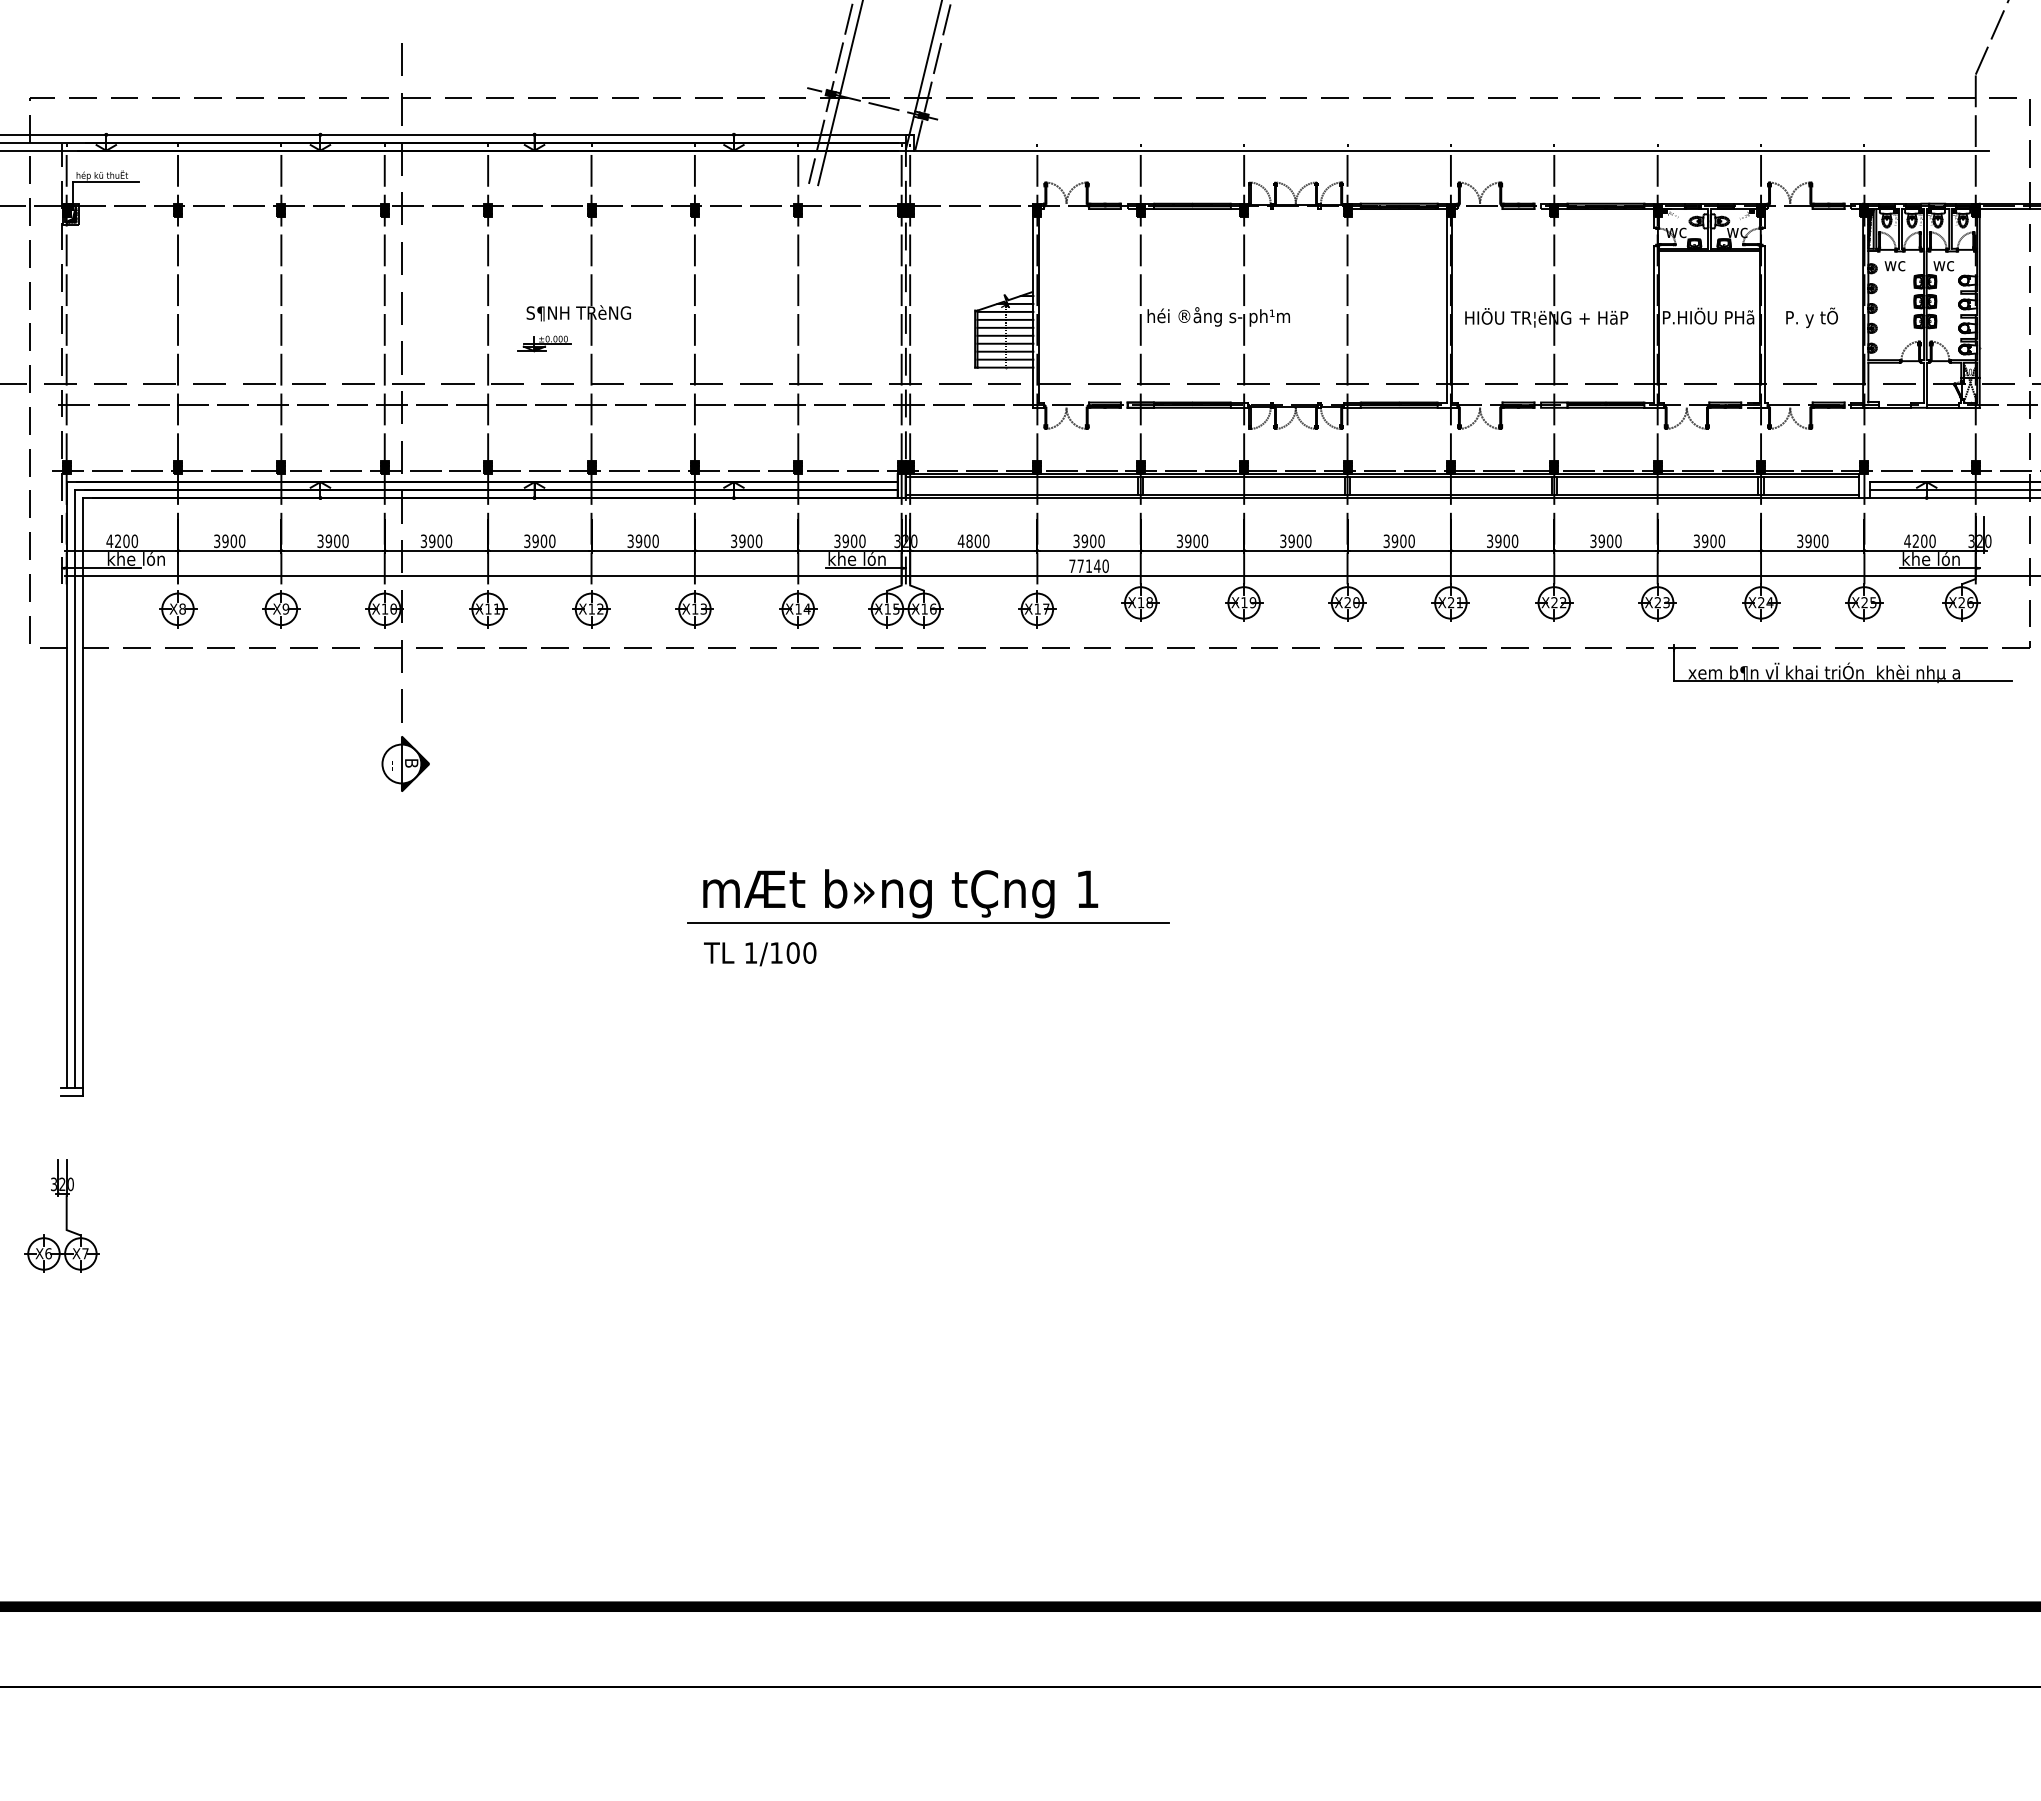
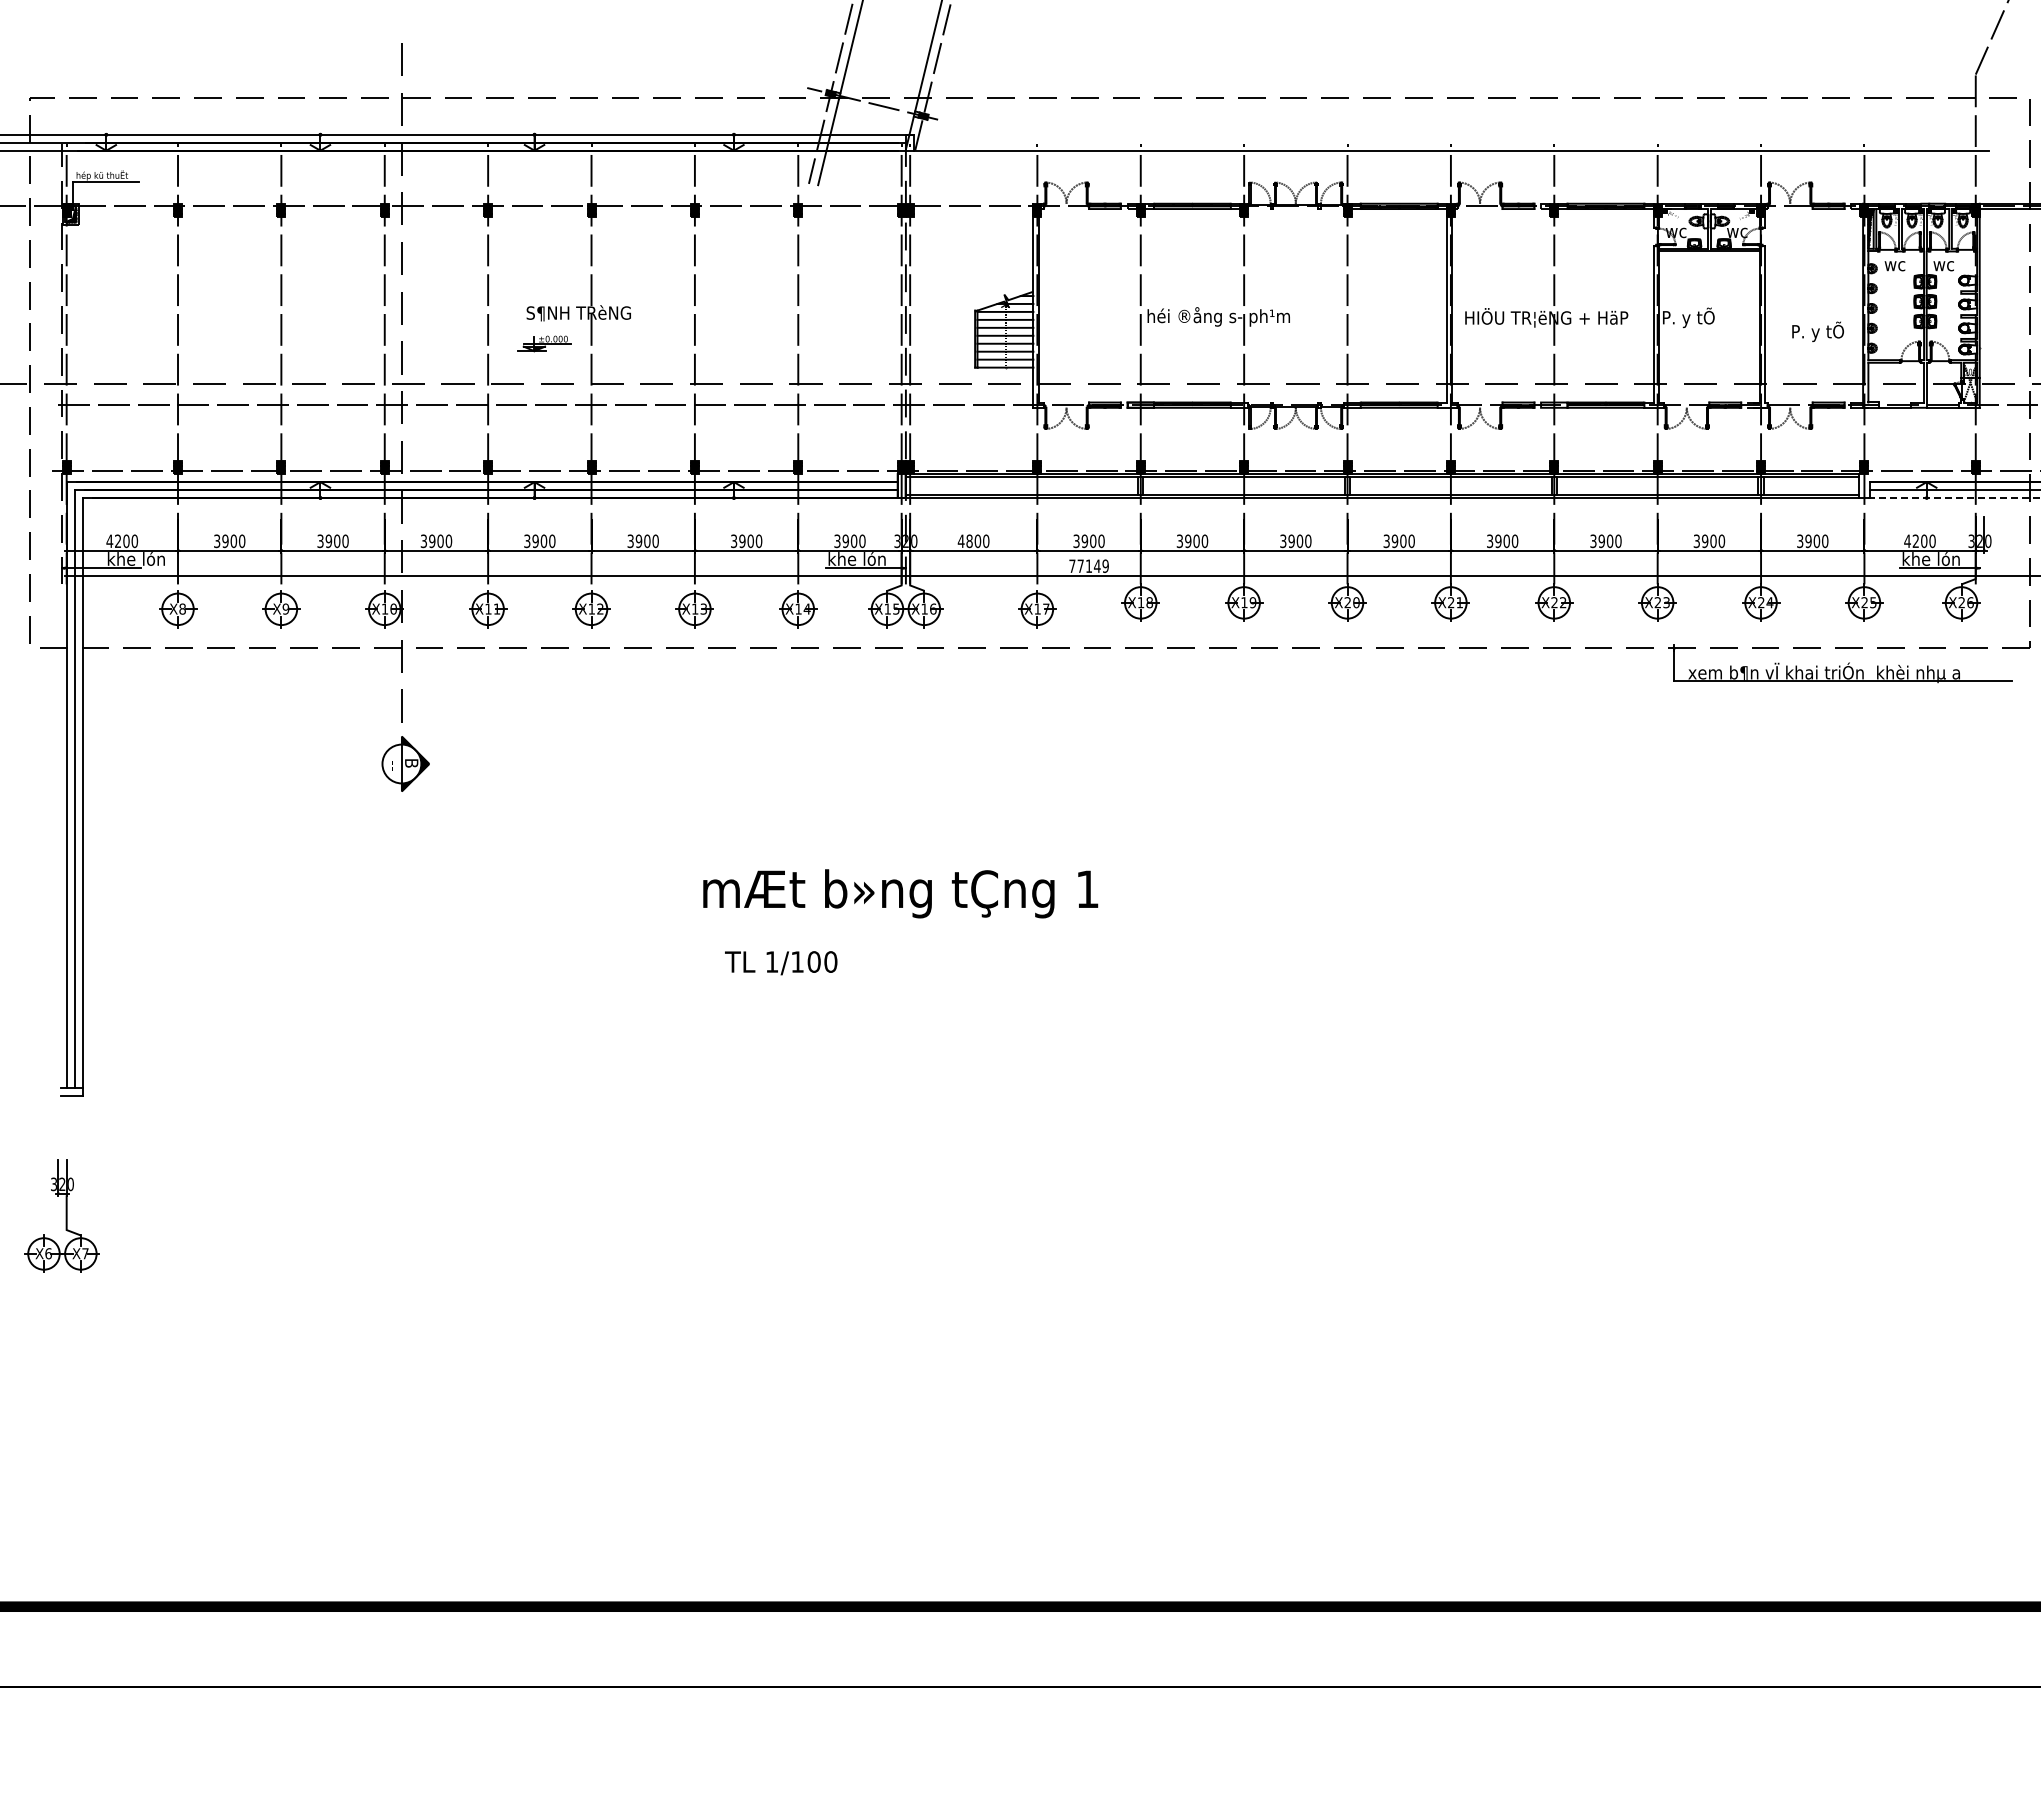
text at (1716, 317): P.HIÖU PHã -> P. y tÕ
text at (1811, 317) position: (1811, 317) -> (1817, 331)
line at (1954, 497): solid -> dashed
text at (1105, 565): 77140 -> 77149
line at (928, 923): present -> none
text at (760, 954) position: (760, 954) -> (781, 963)
